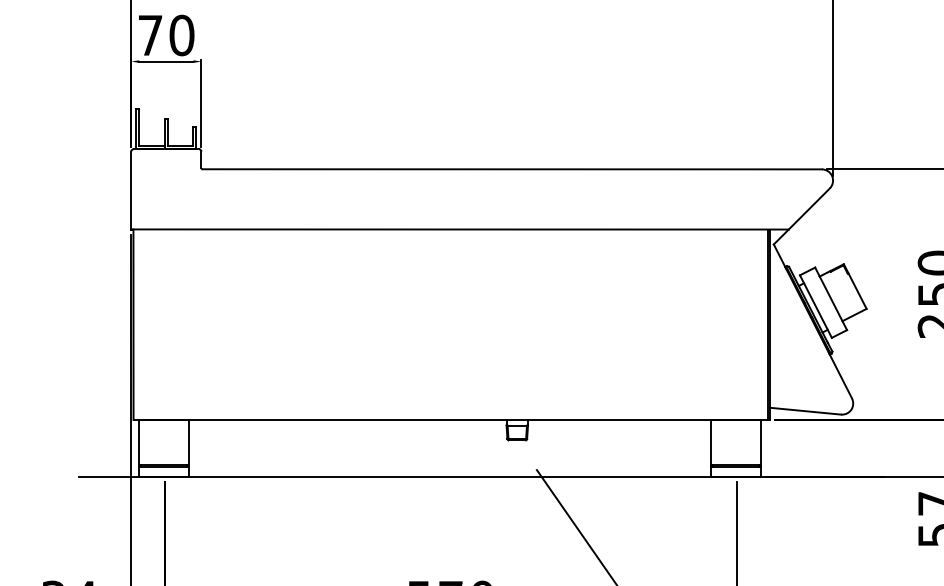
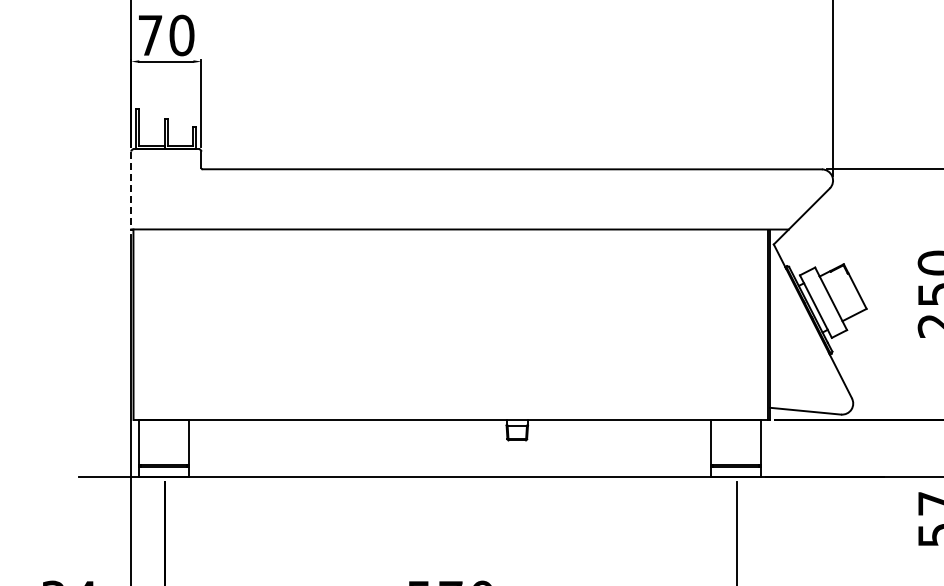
line at (131, 190): solid -> dashed
line at (575, 526): present -> none
